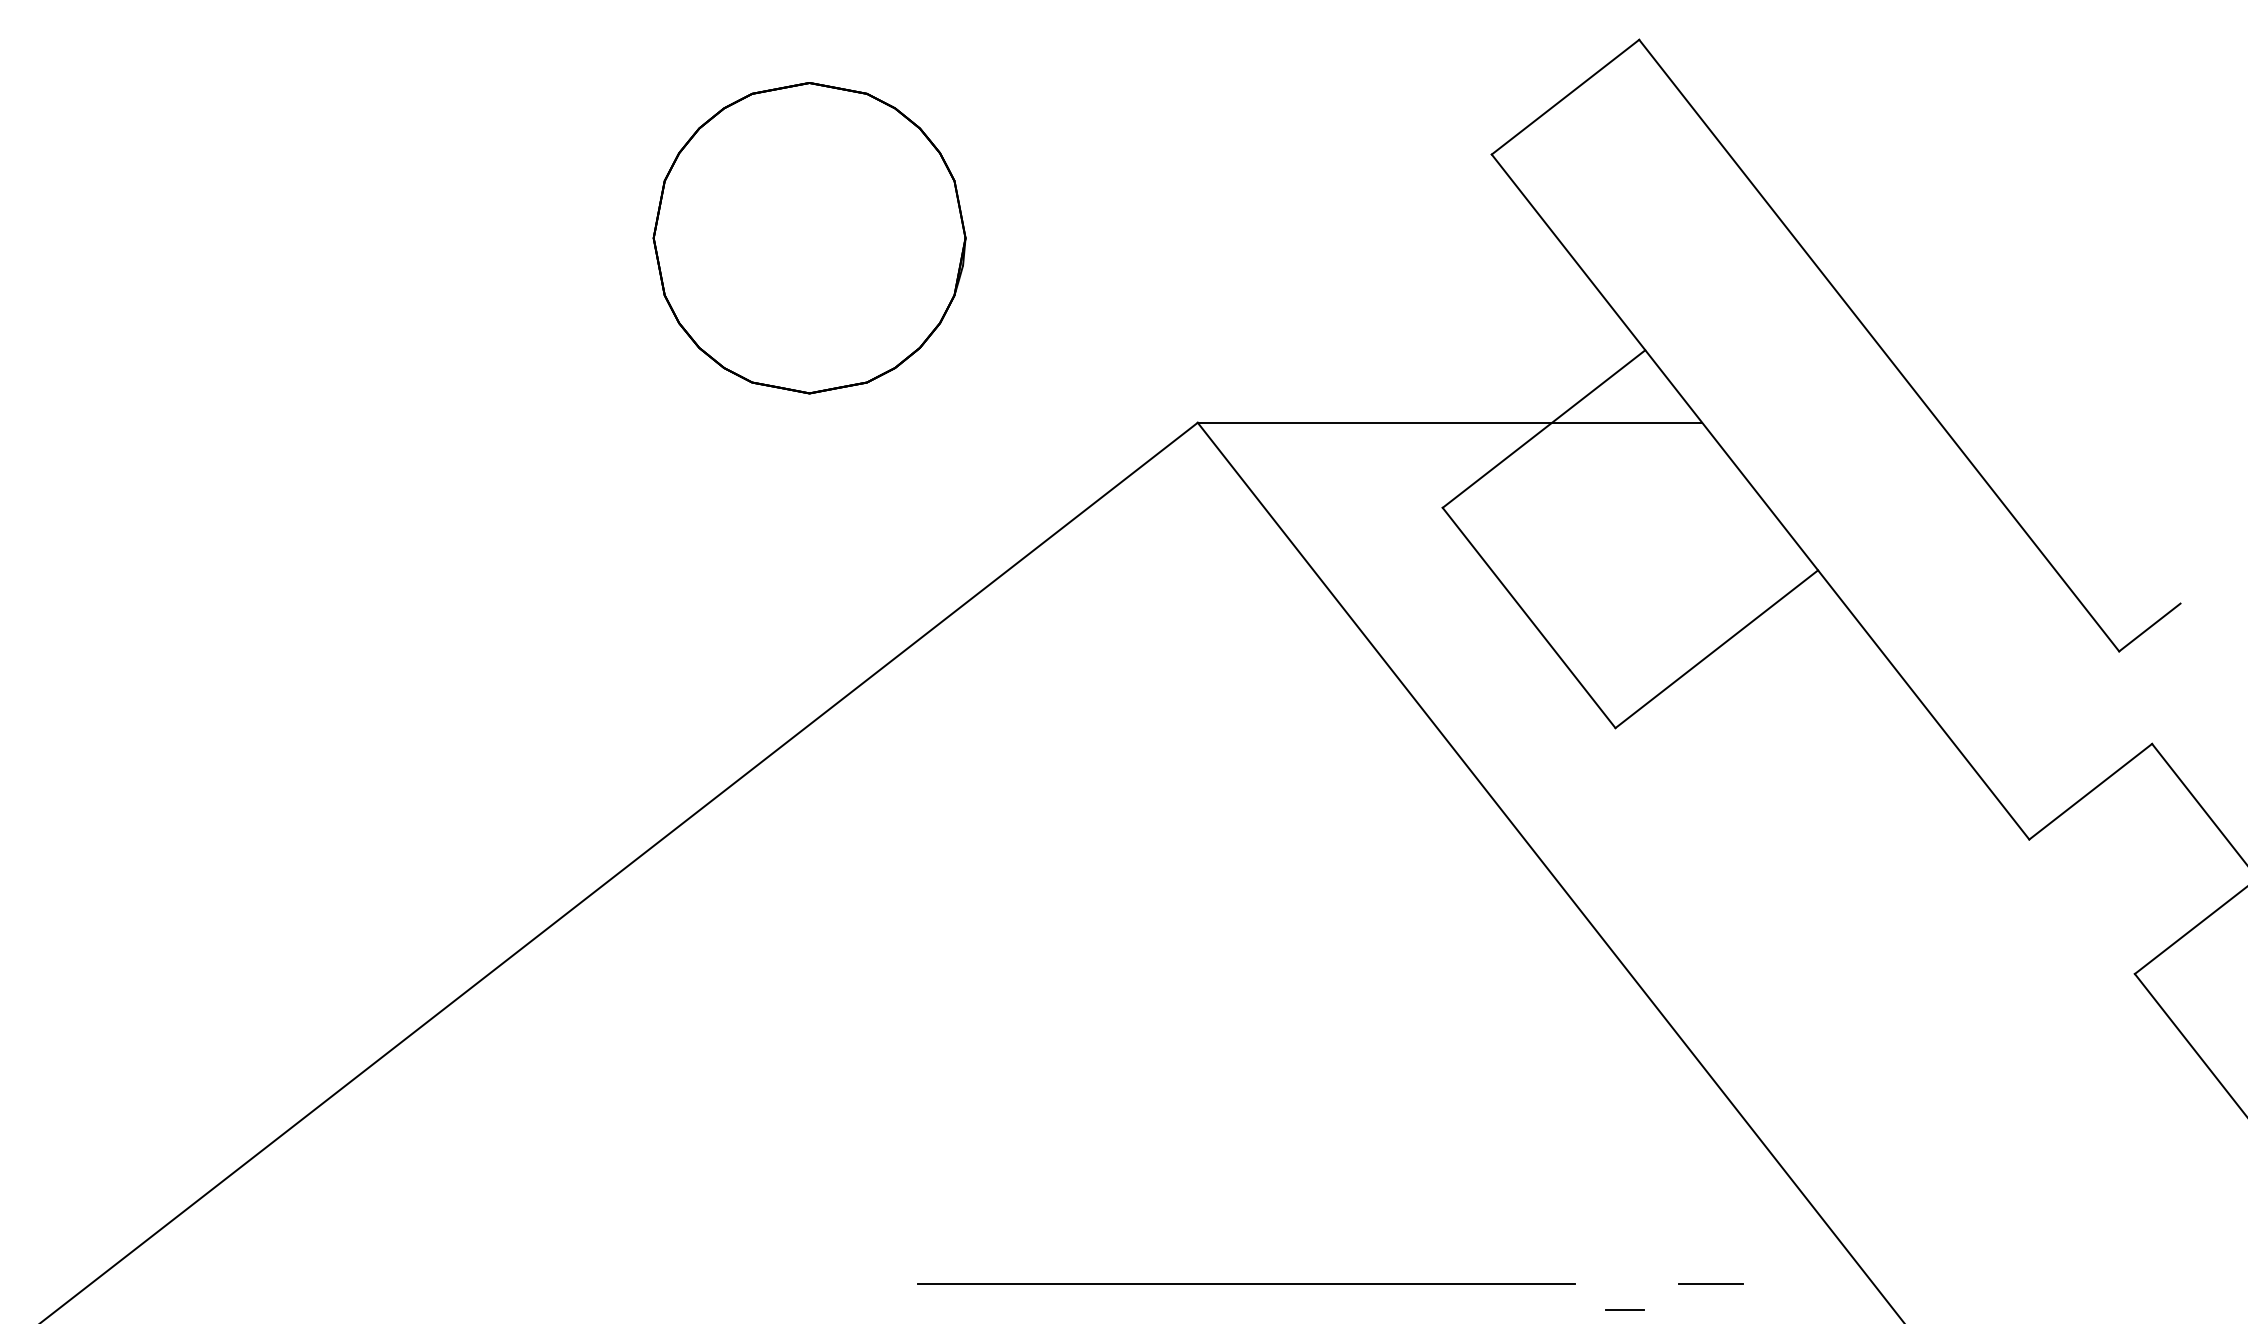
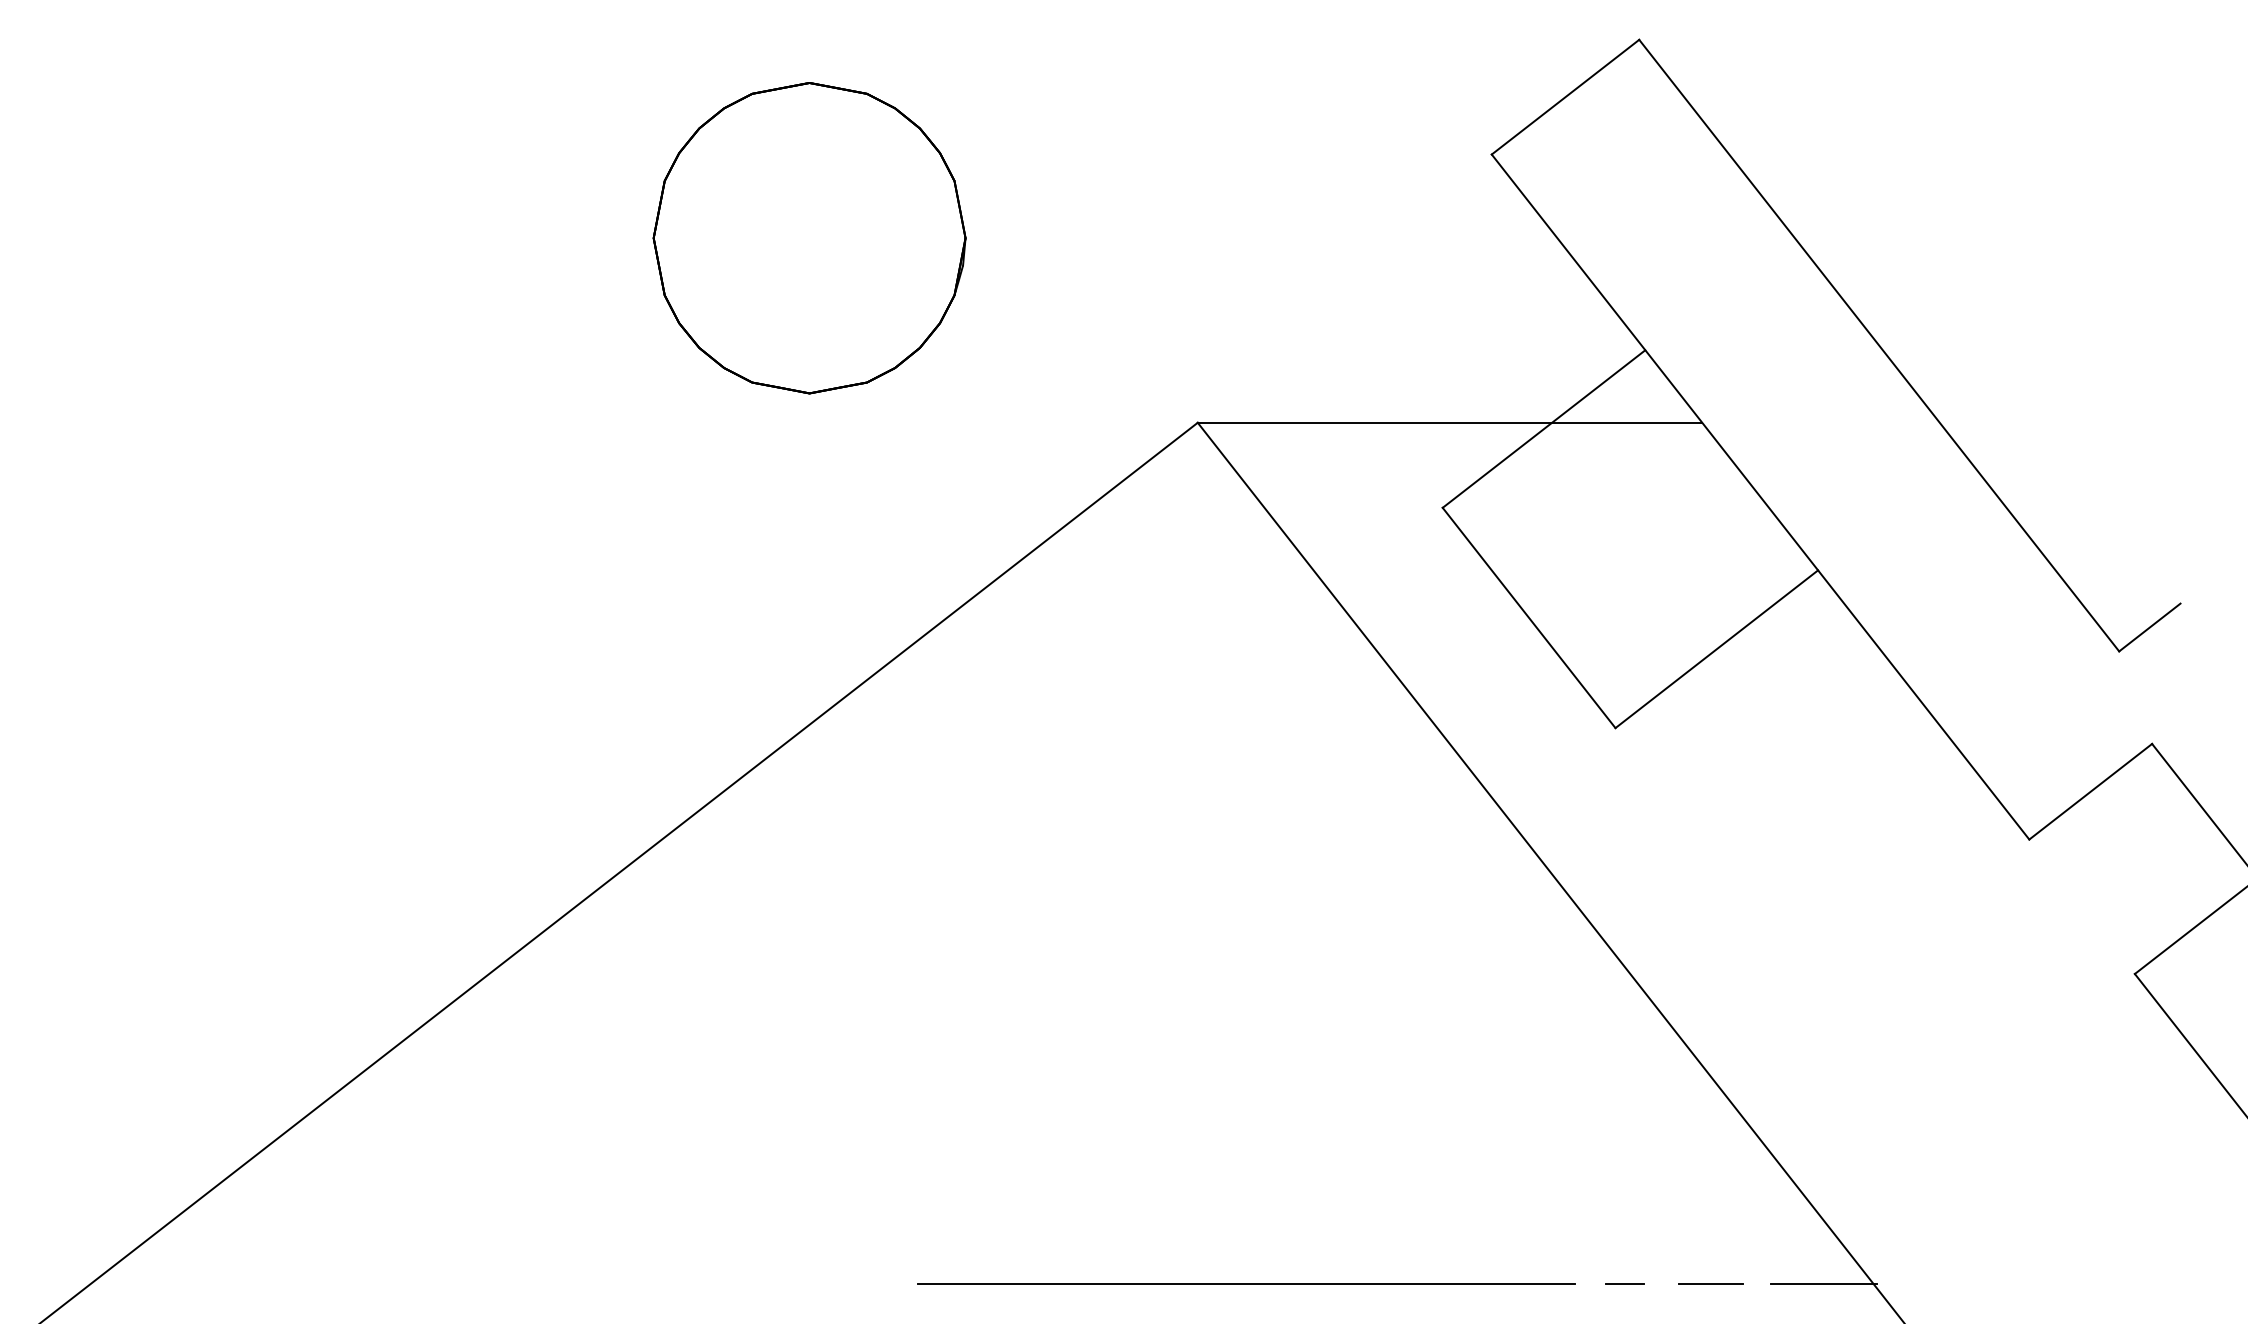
line at (1823, 1284): none -> present
line at (1624, 1309) position: (1624, 1309) -> (1624, 1283)
